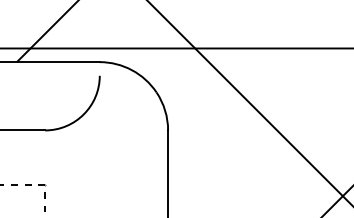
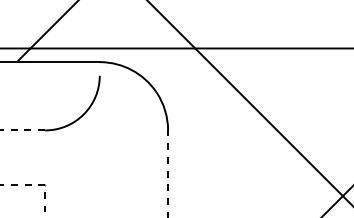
line at (22, 130): solid -> dashed
line at (168, 173): solid -> dashed
